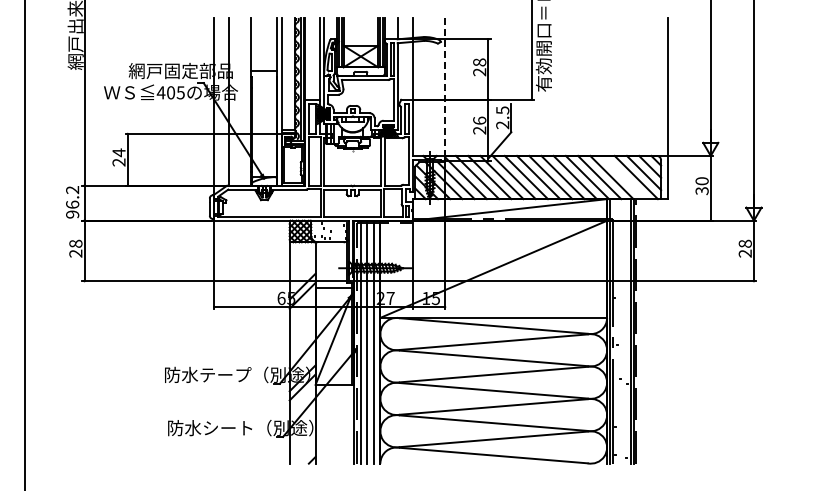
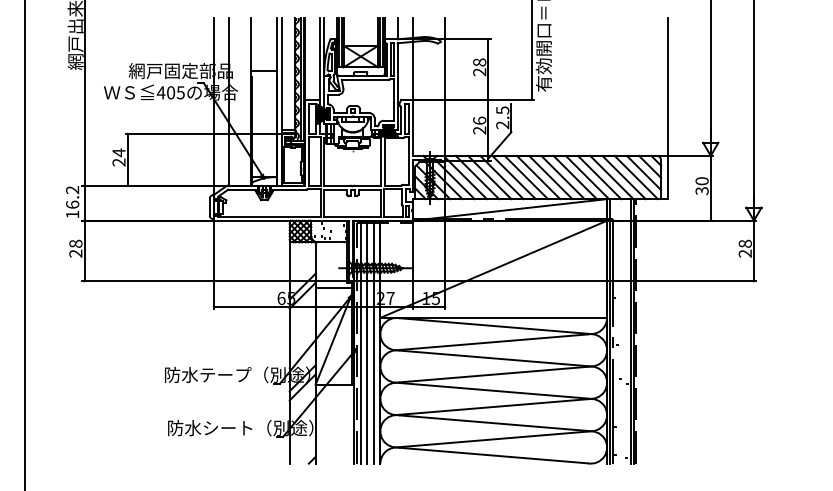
line at (445, 87): dashed -> solid
line at (623, 177): none -> present
text at (72, 214): 96.2 -> 16.2
